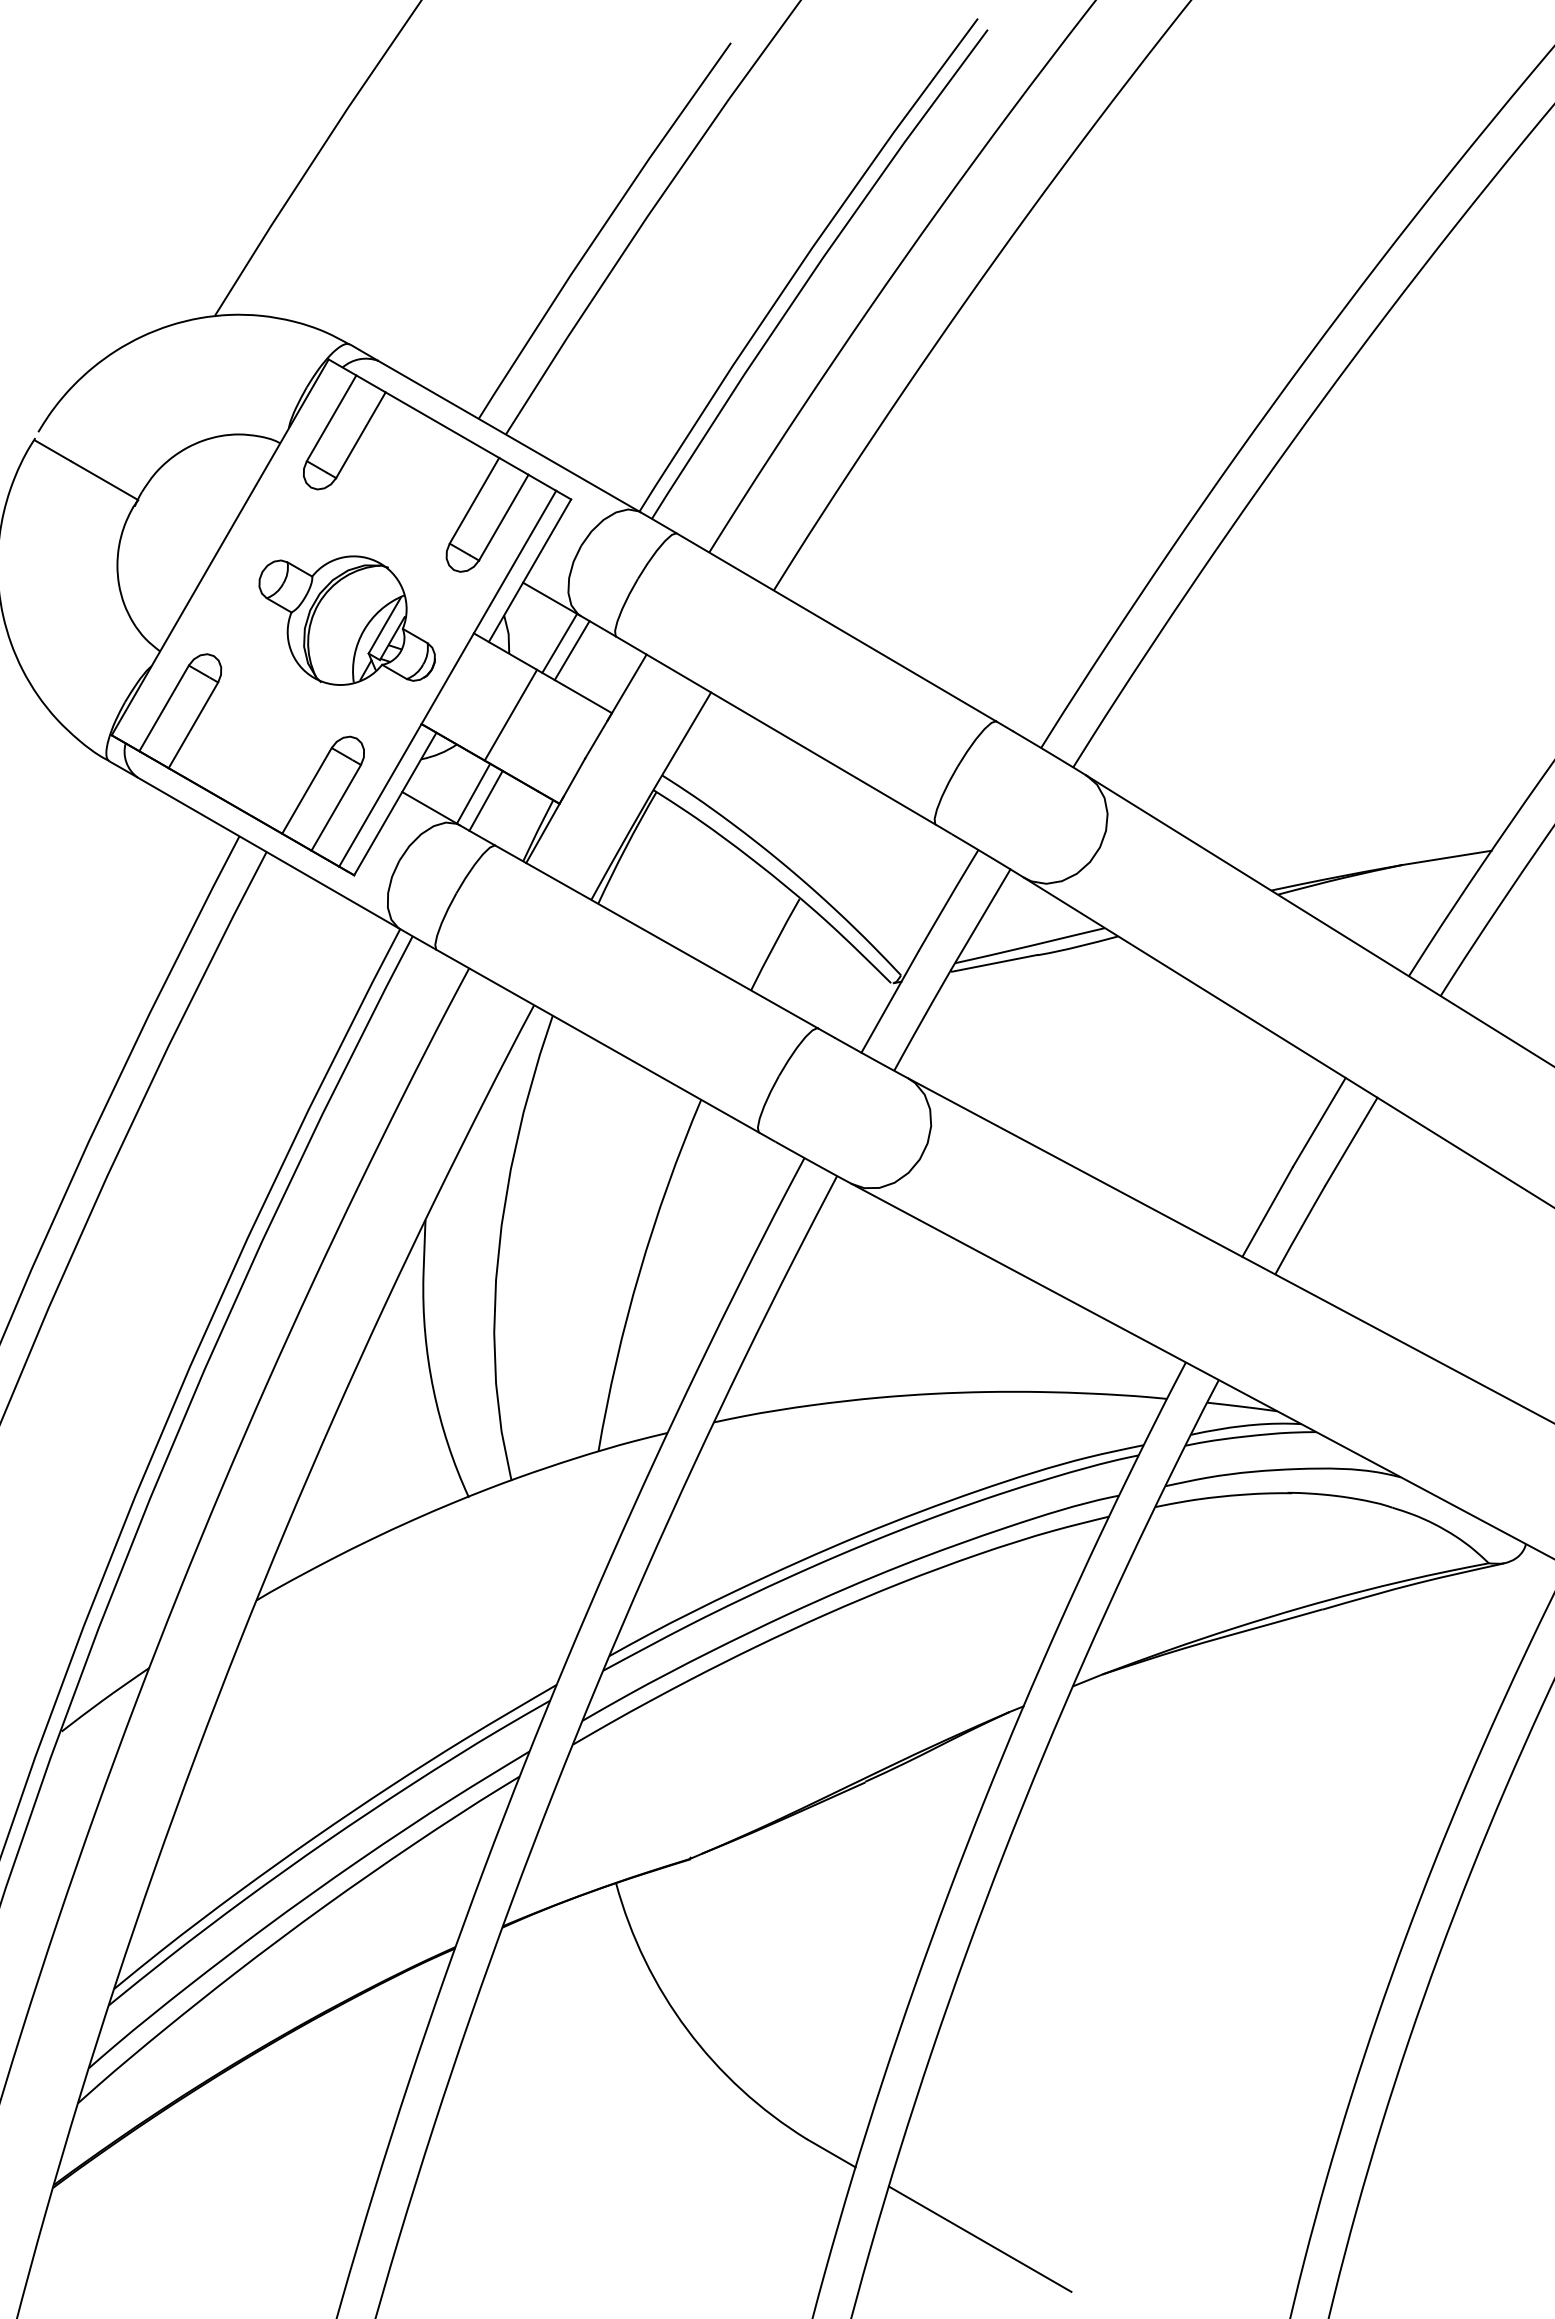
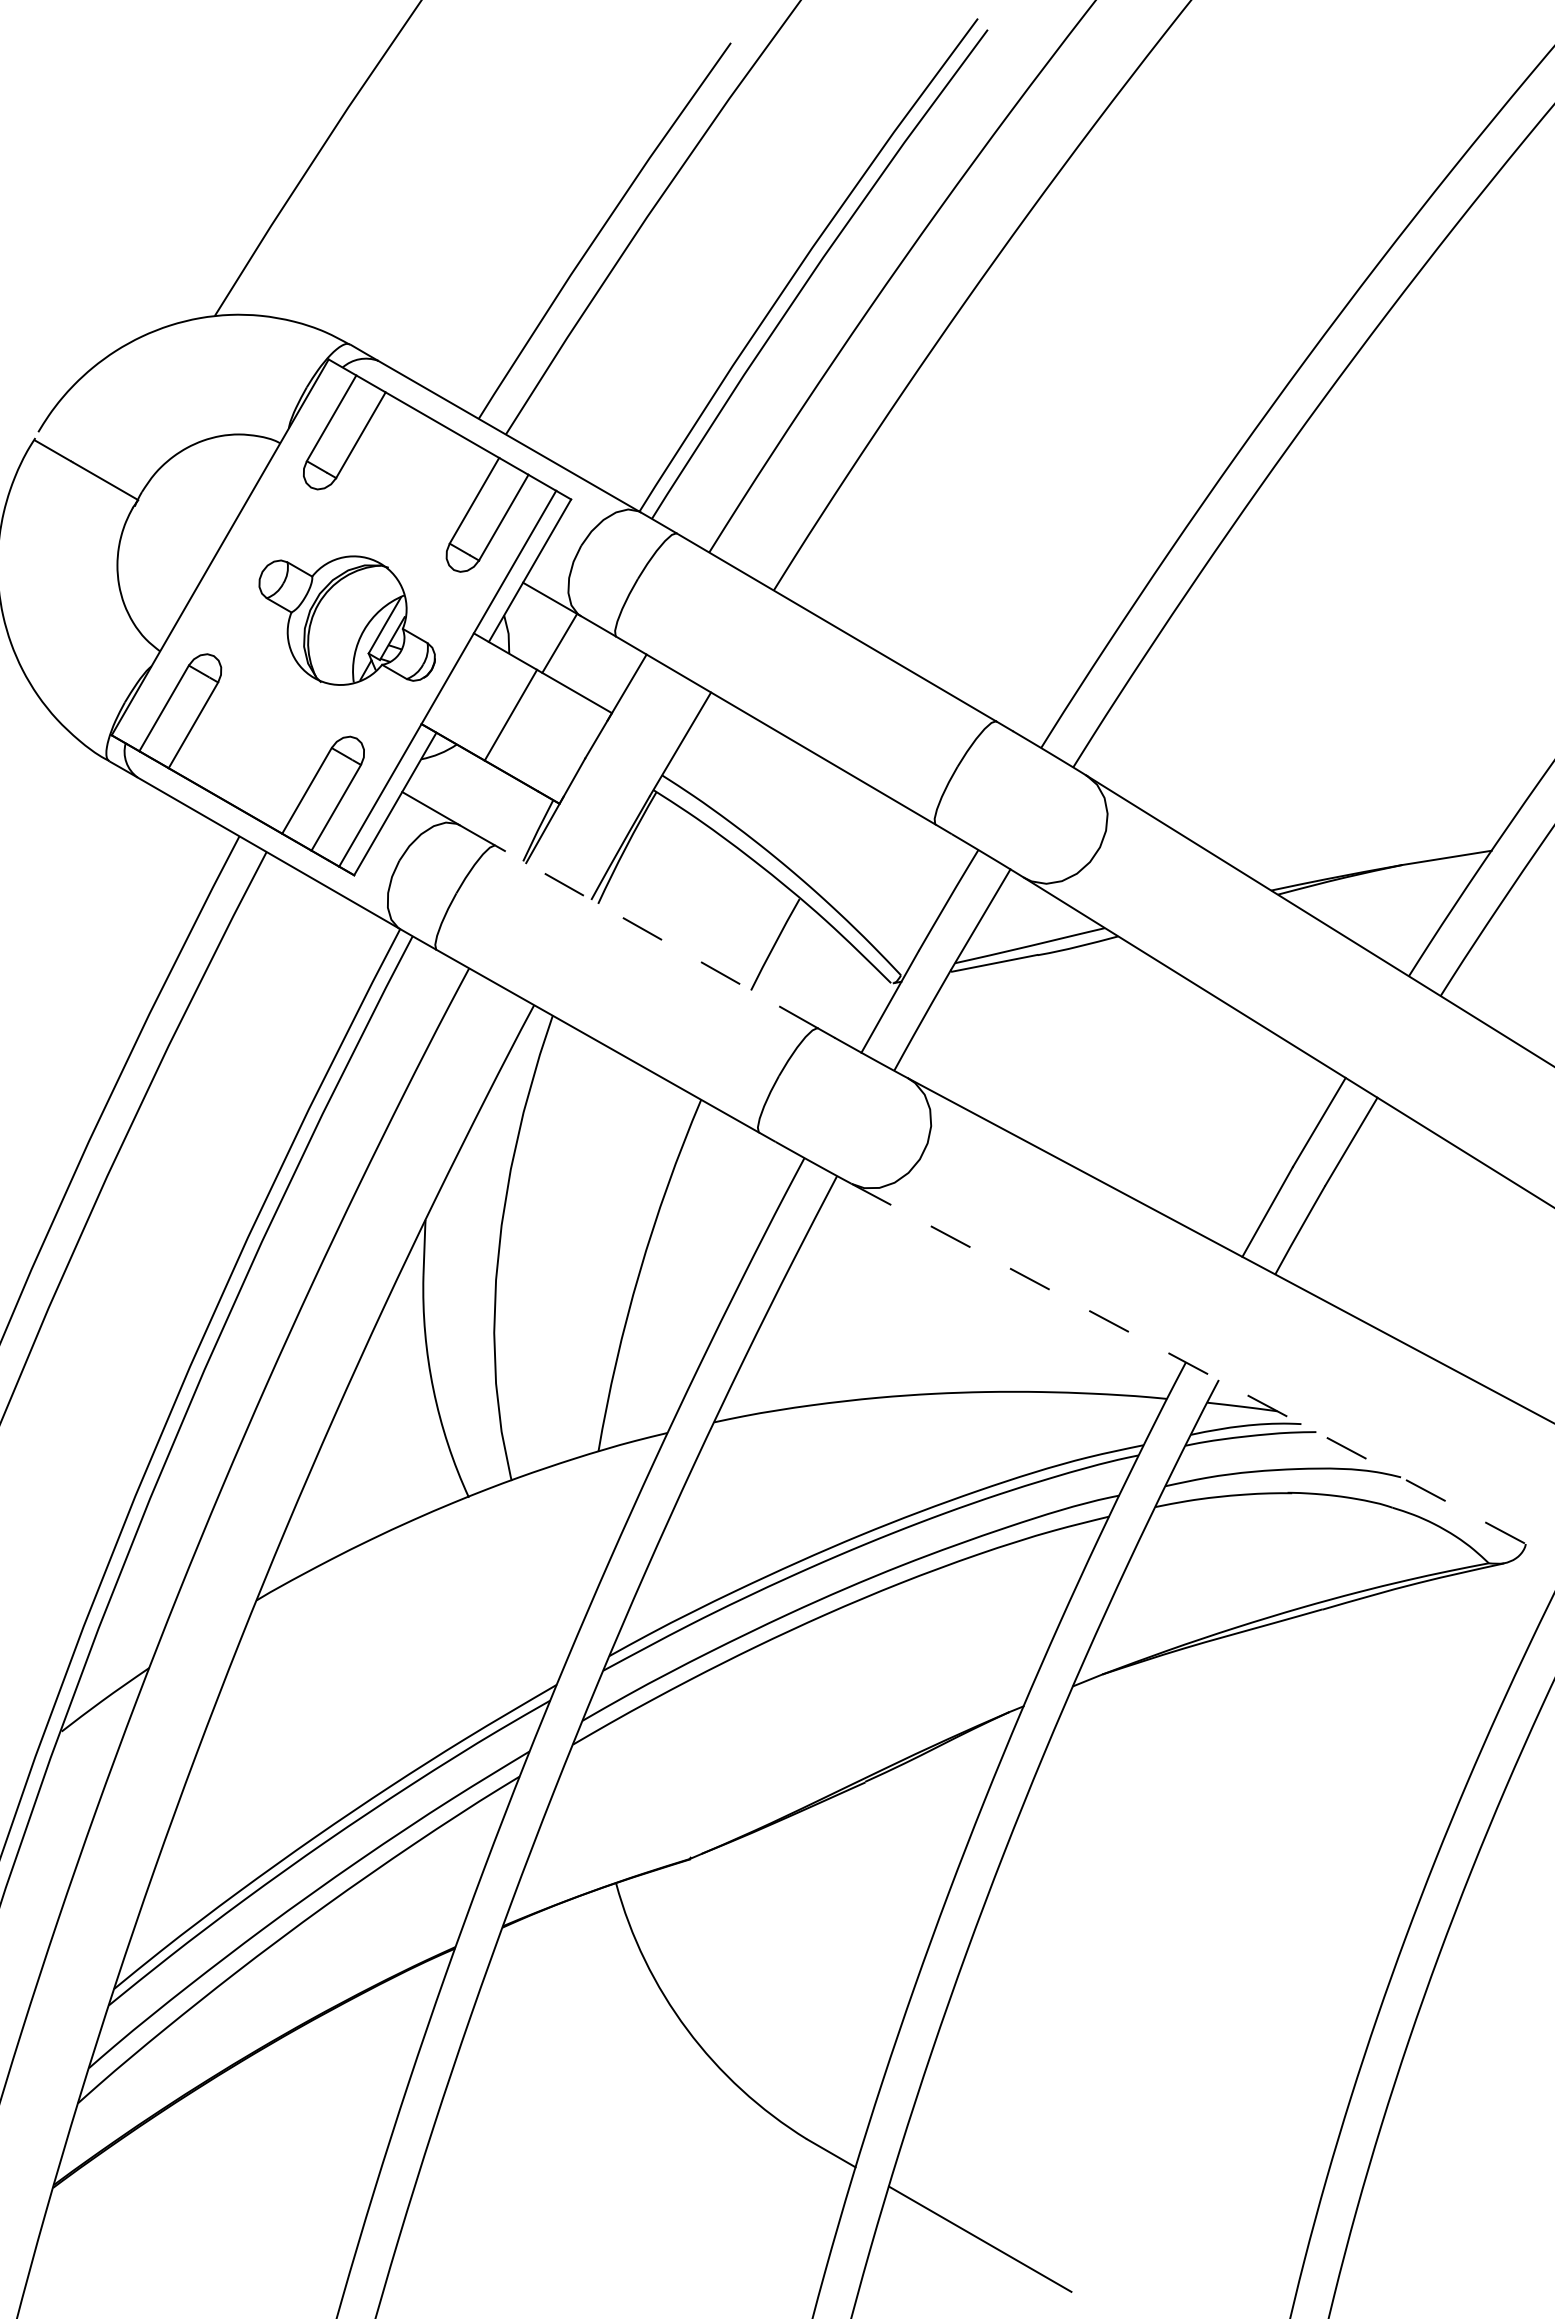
line at (571, 650): present -> none
line at (473, 793): present -> none
line at (485, 800): present -> none
line at (656, 936): solid -> dashed
line at (1203, 1371): solid -> dashed
